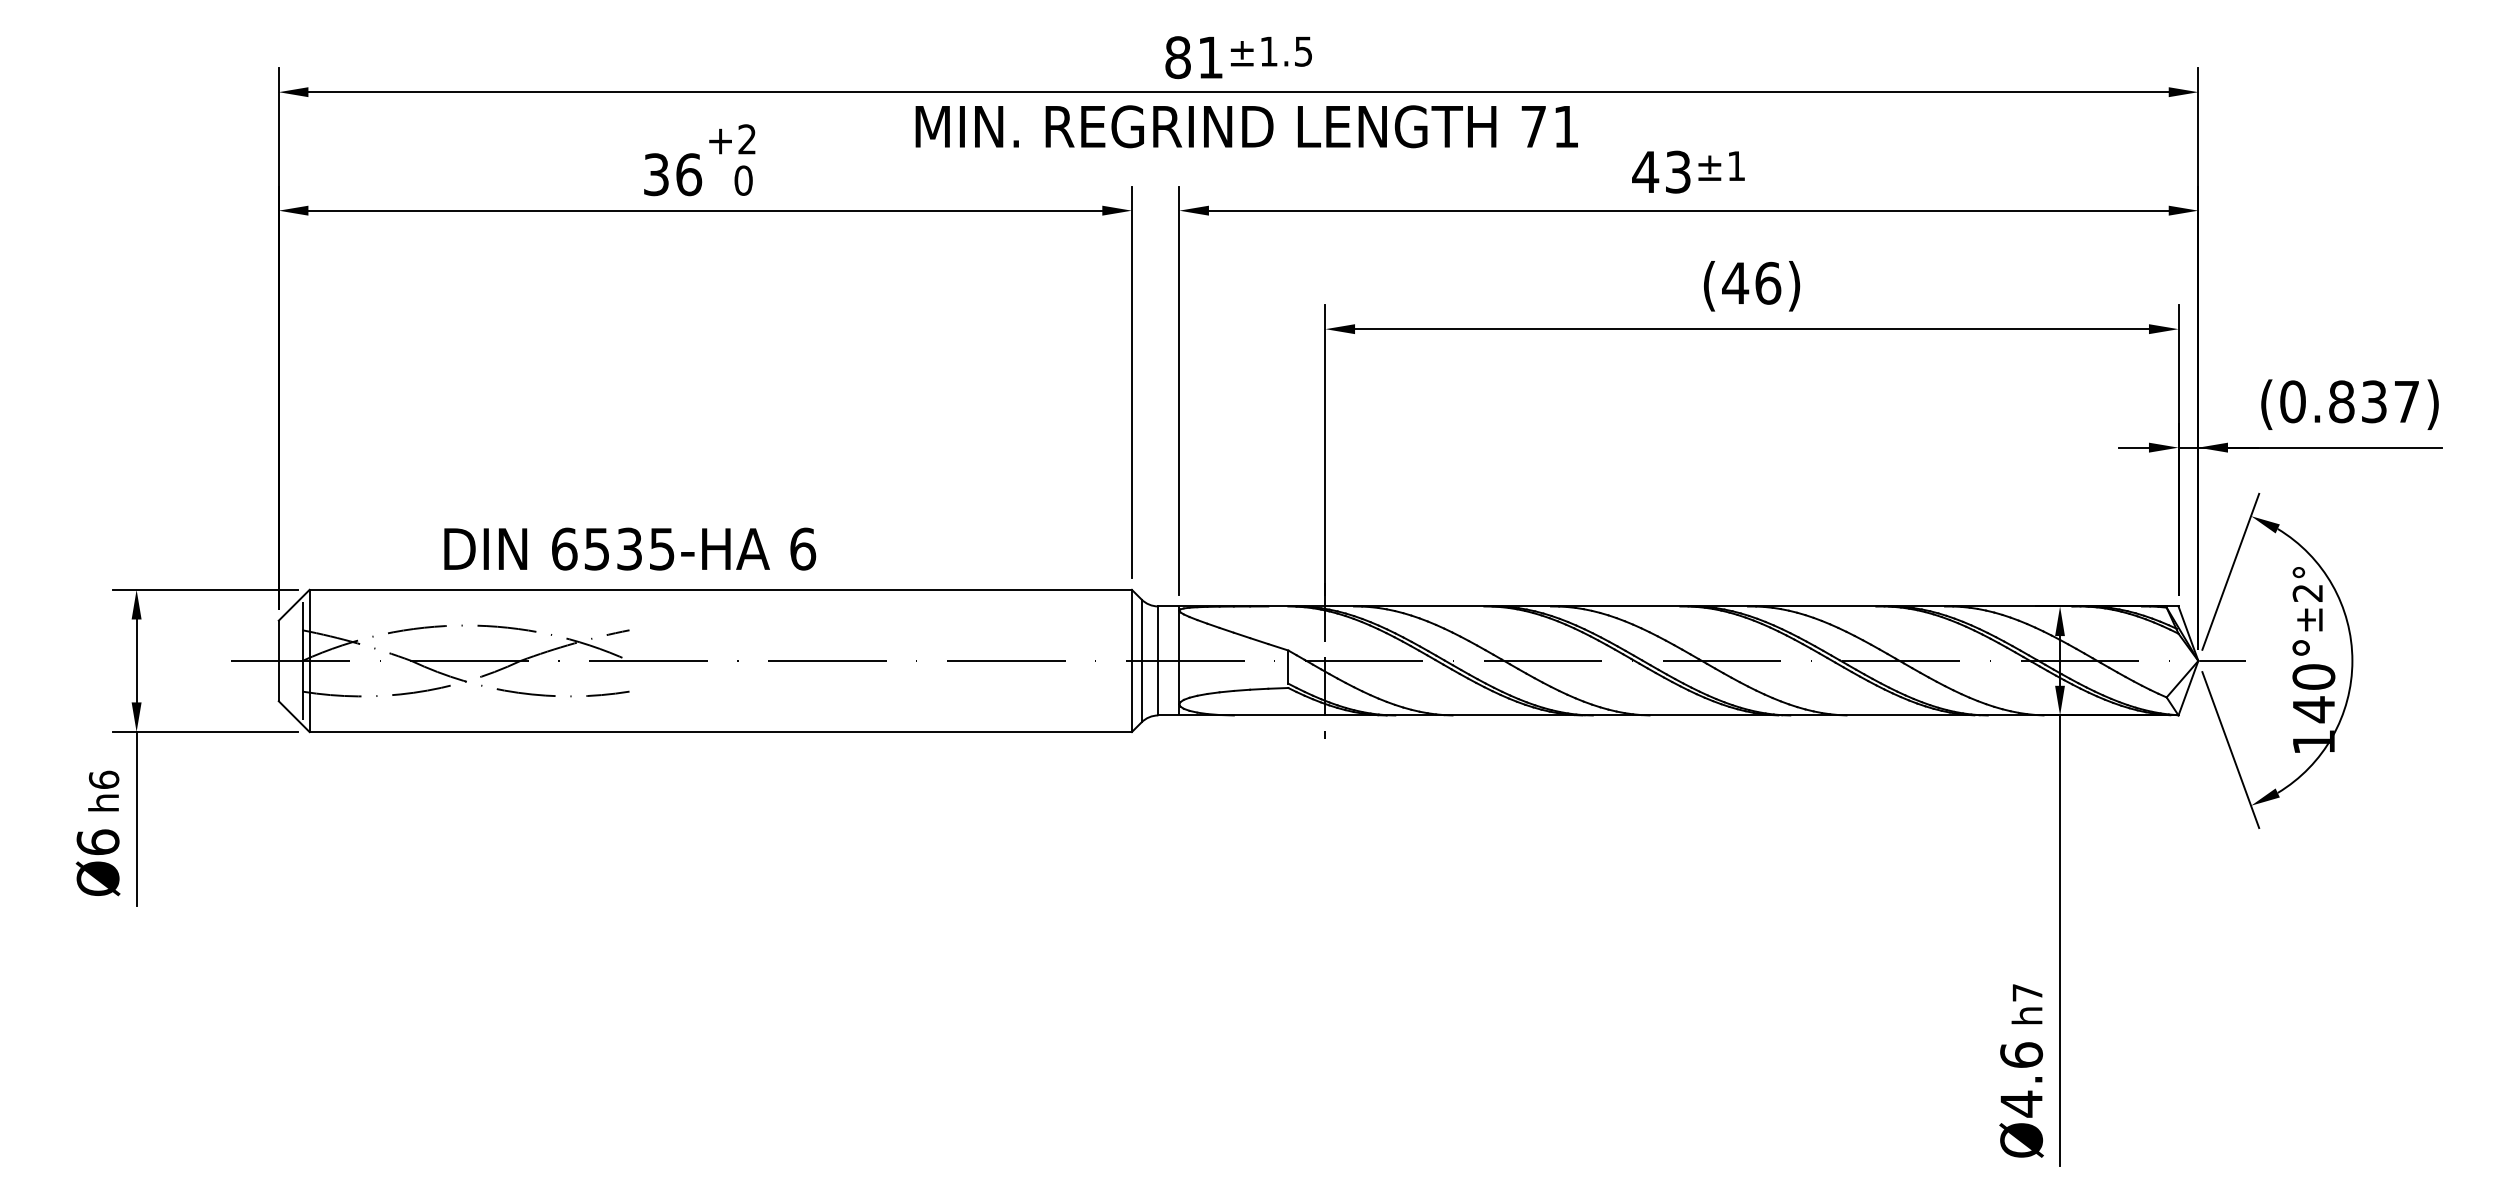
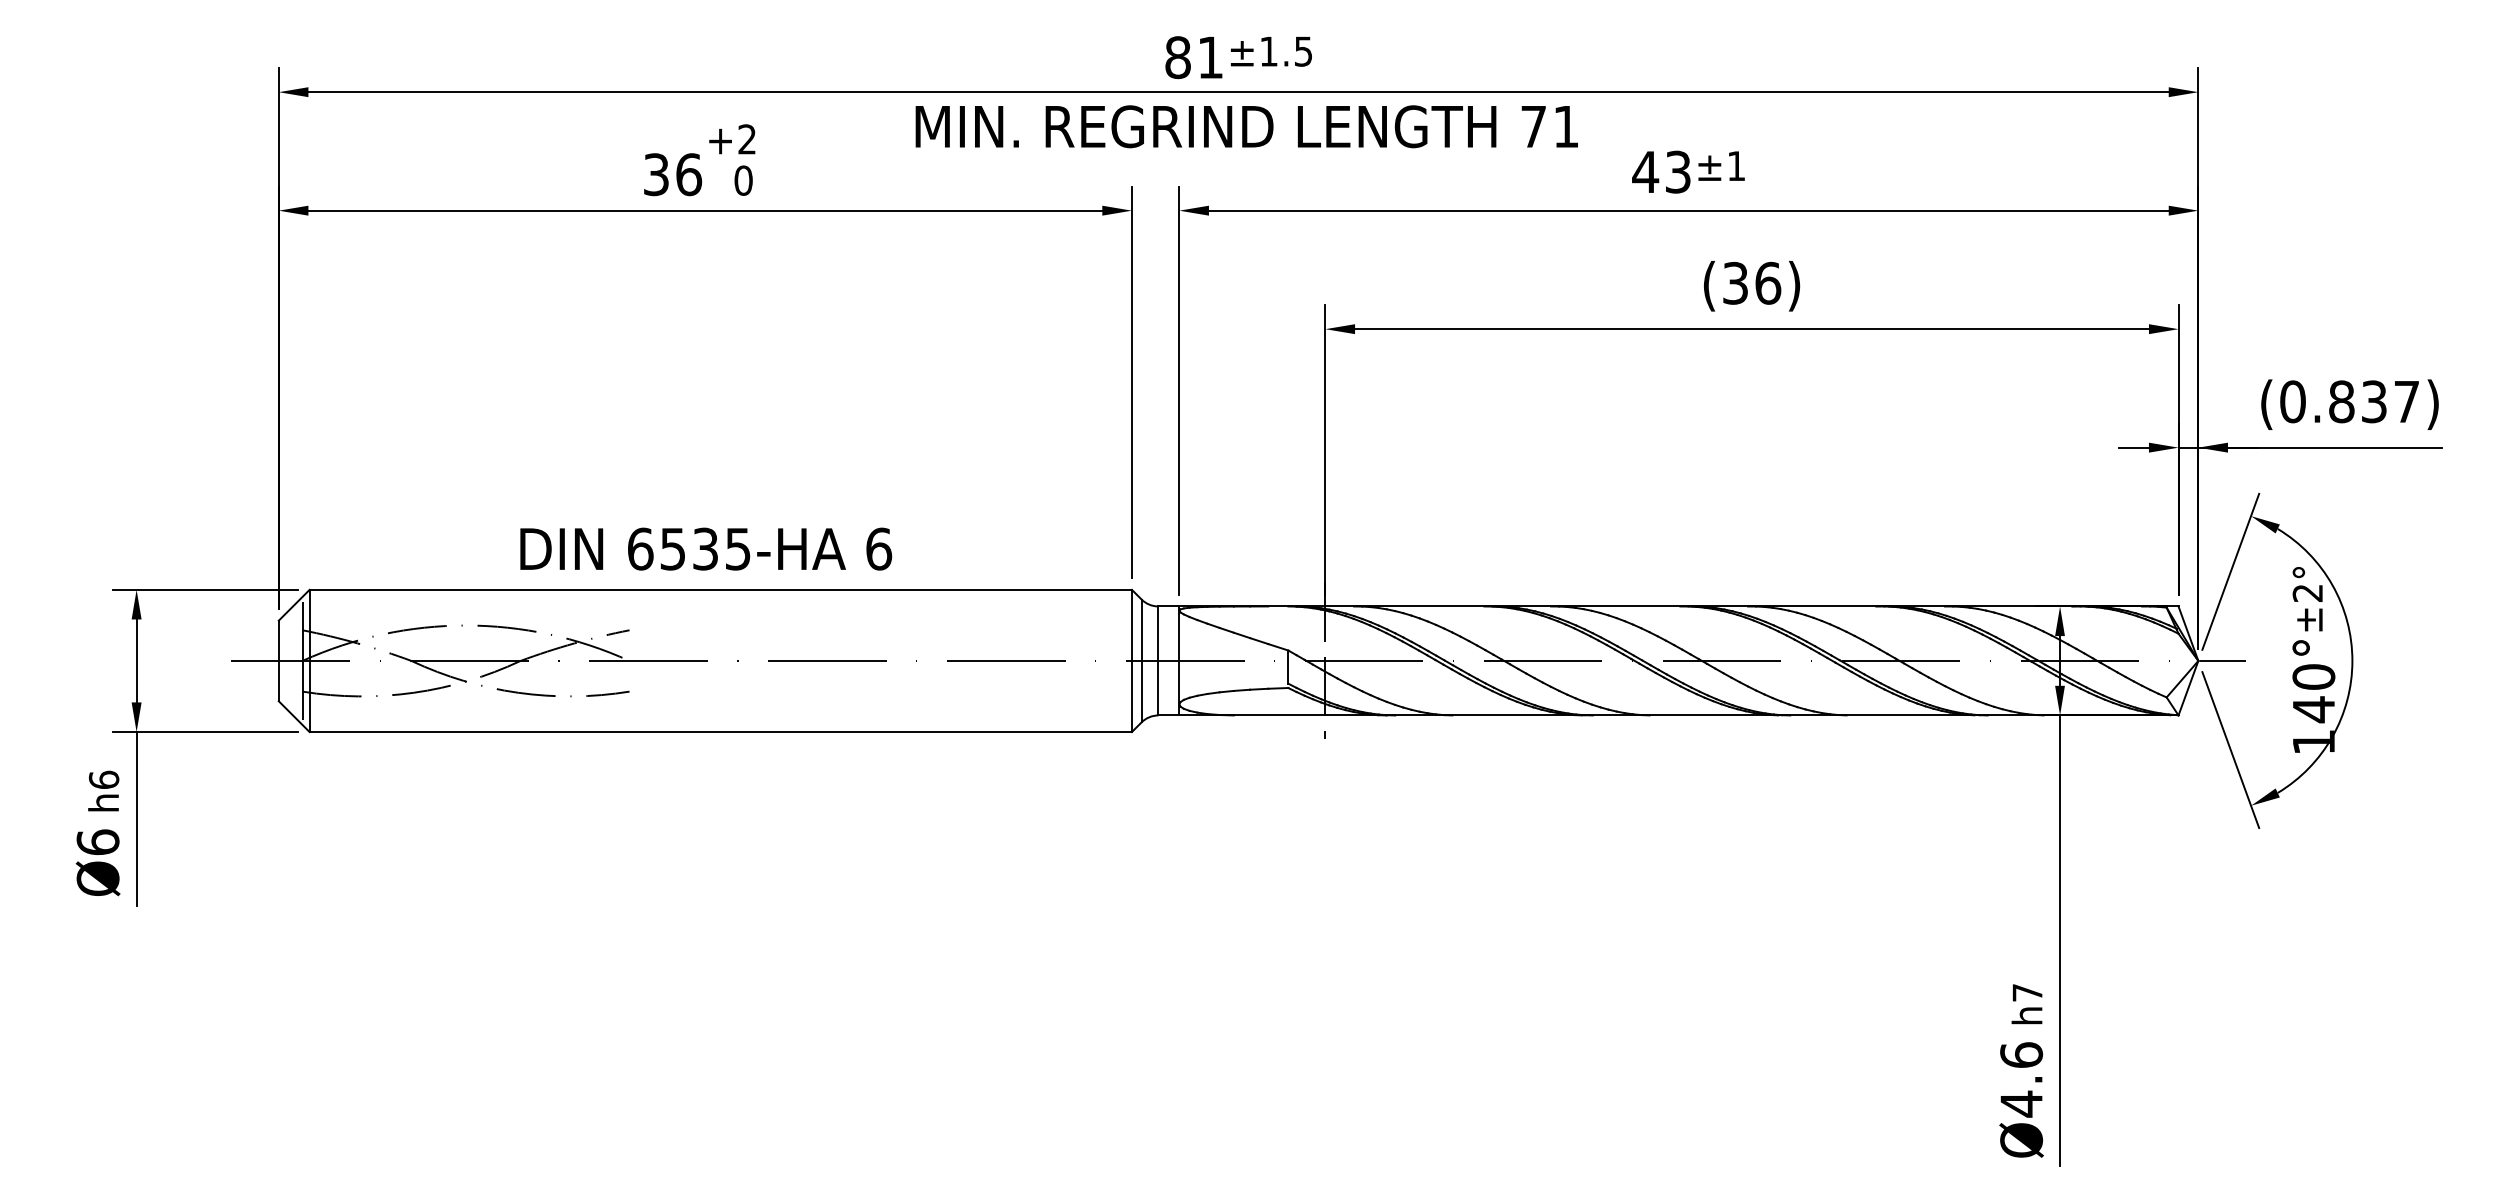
text at (1735, 282): (46) -> (36)
text at (630, 548) position: (630, 548) -> (706, 548)
